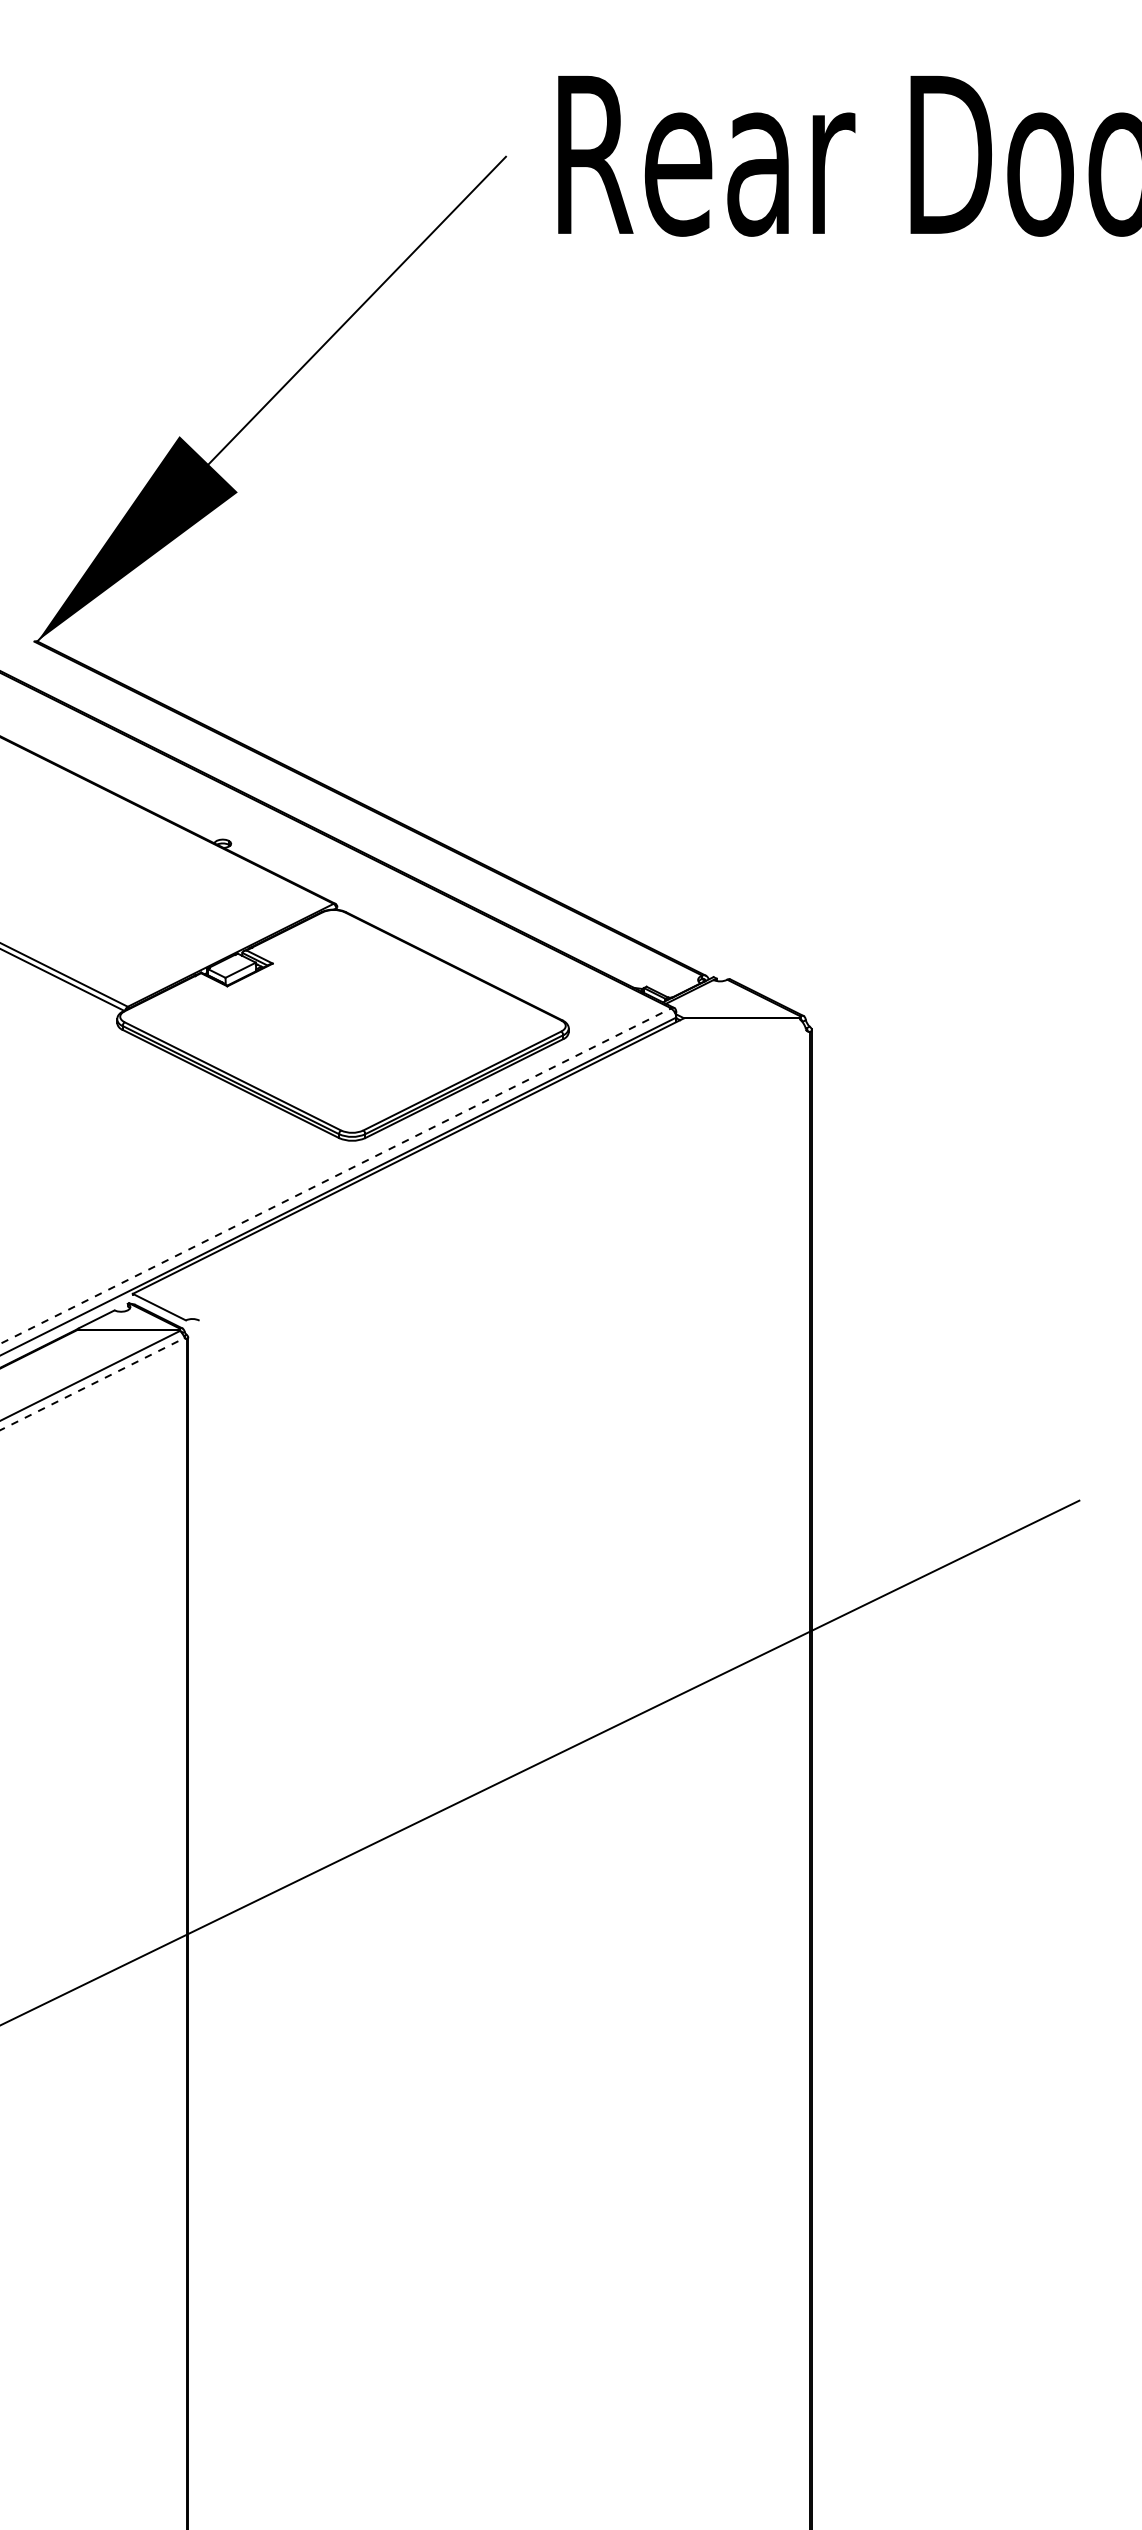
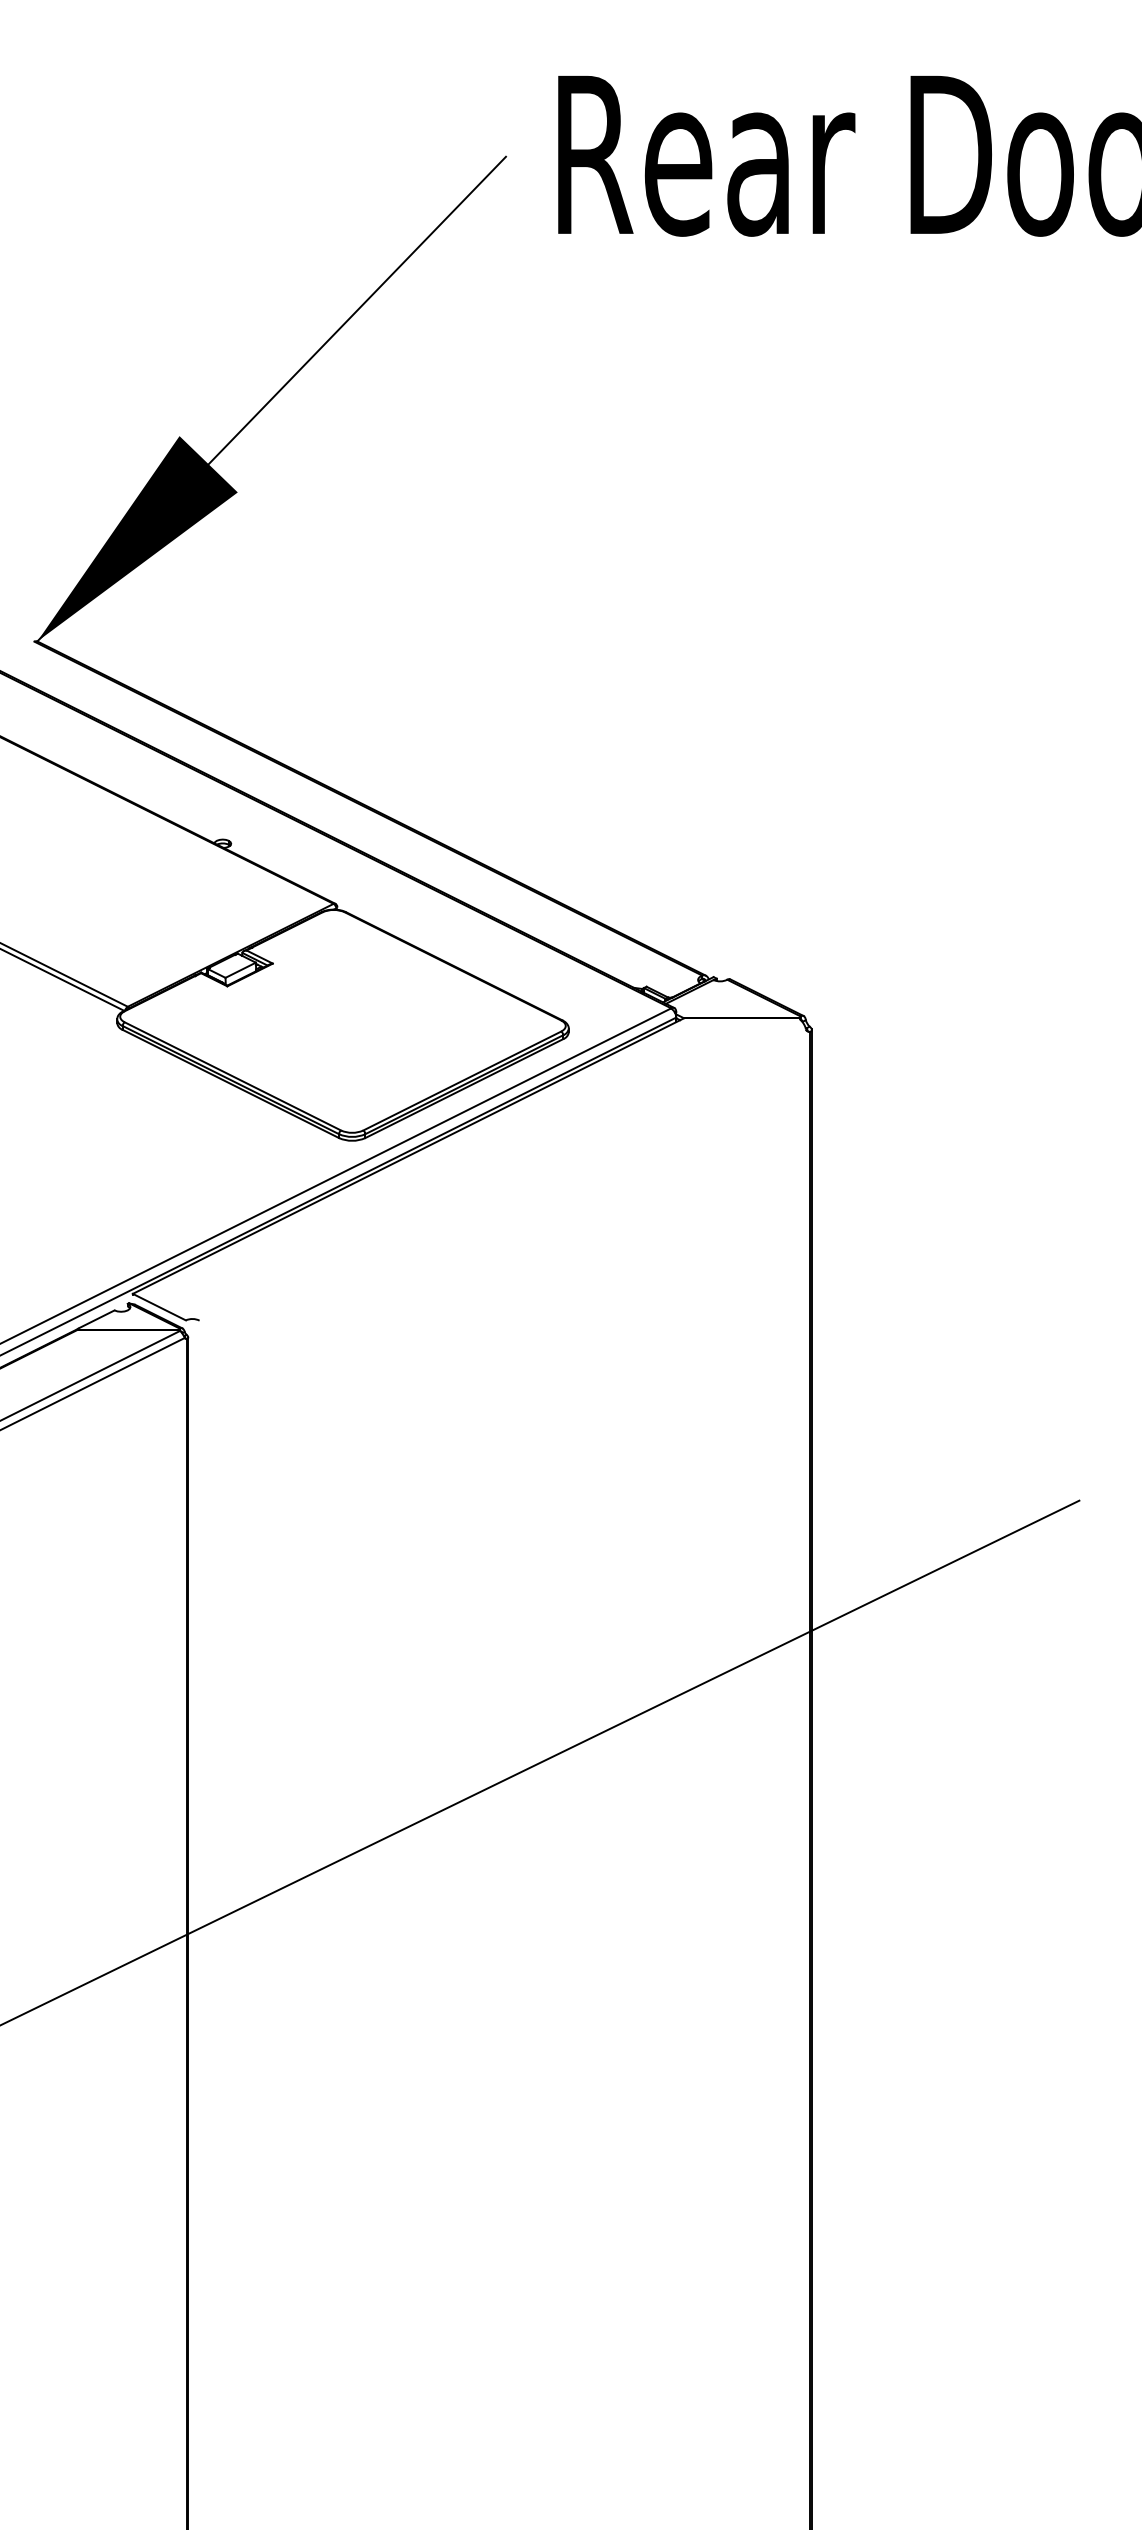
line at (335, 1176): dashed -> solid
line at (92, 1384): dashed -> solid
